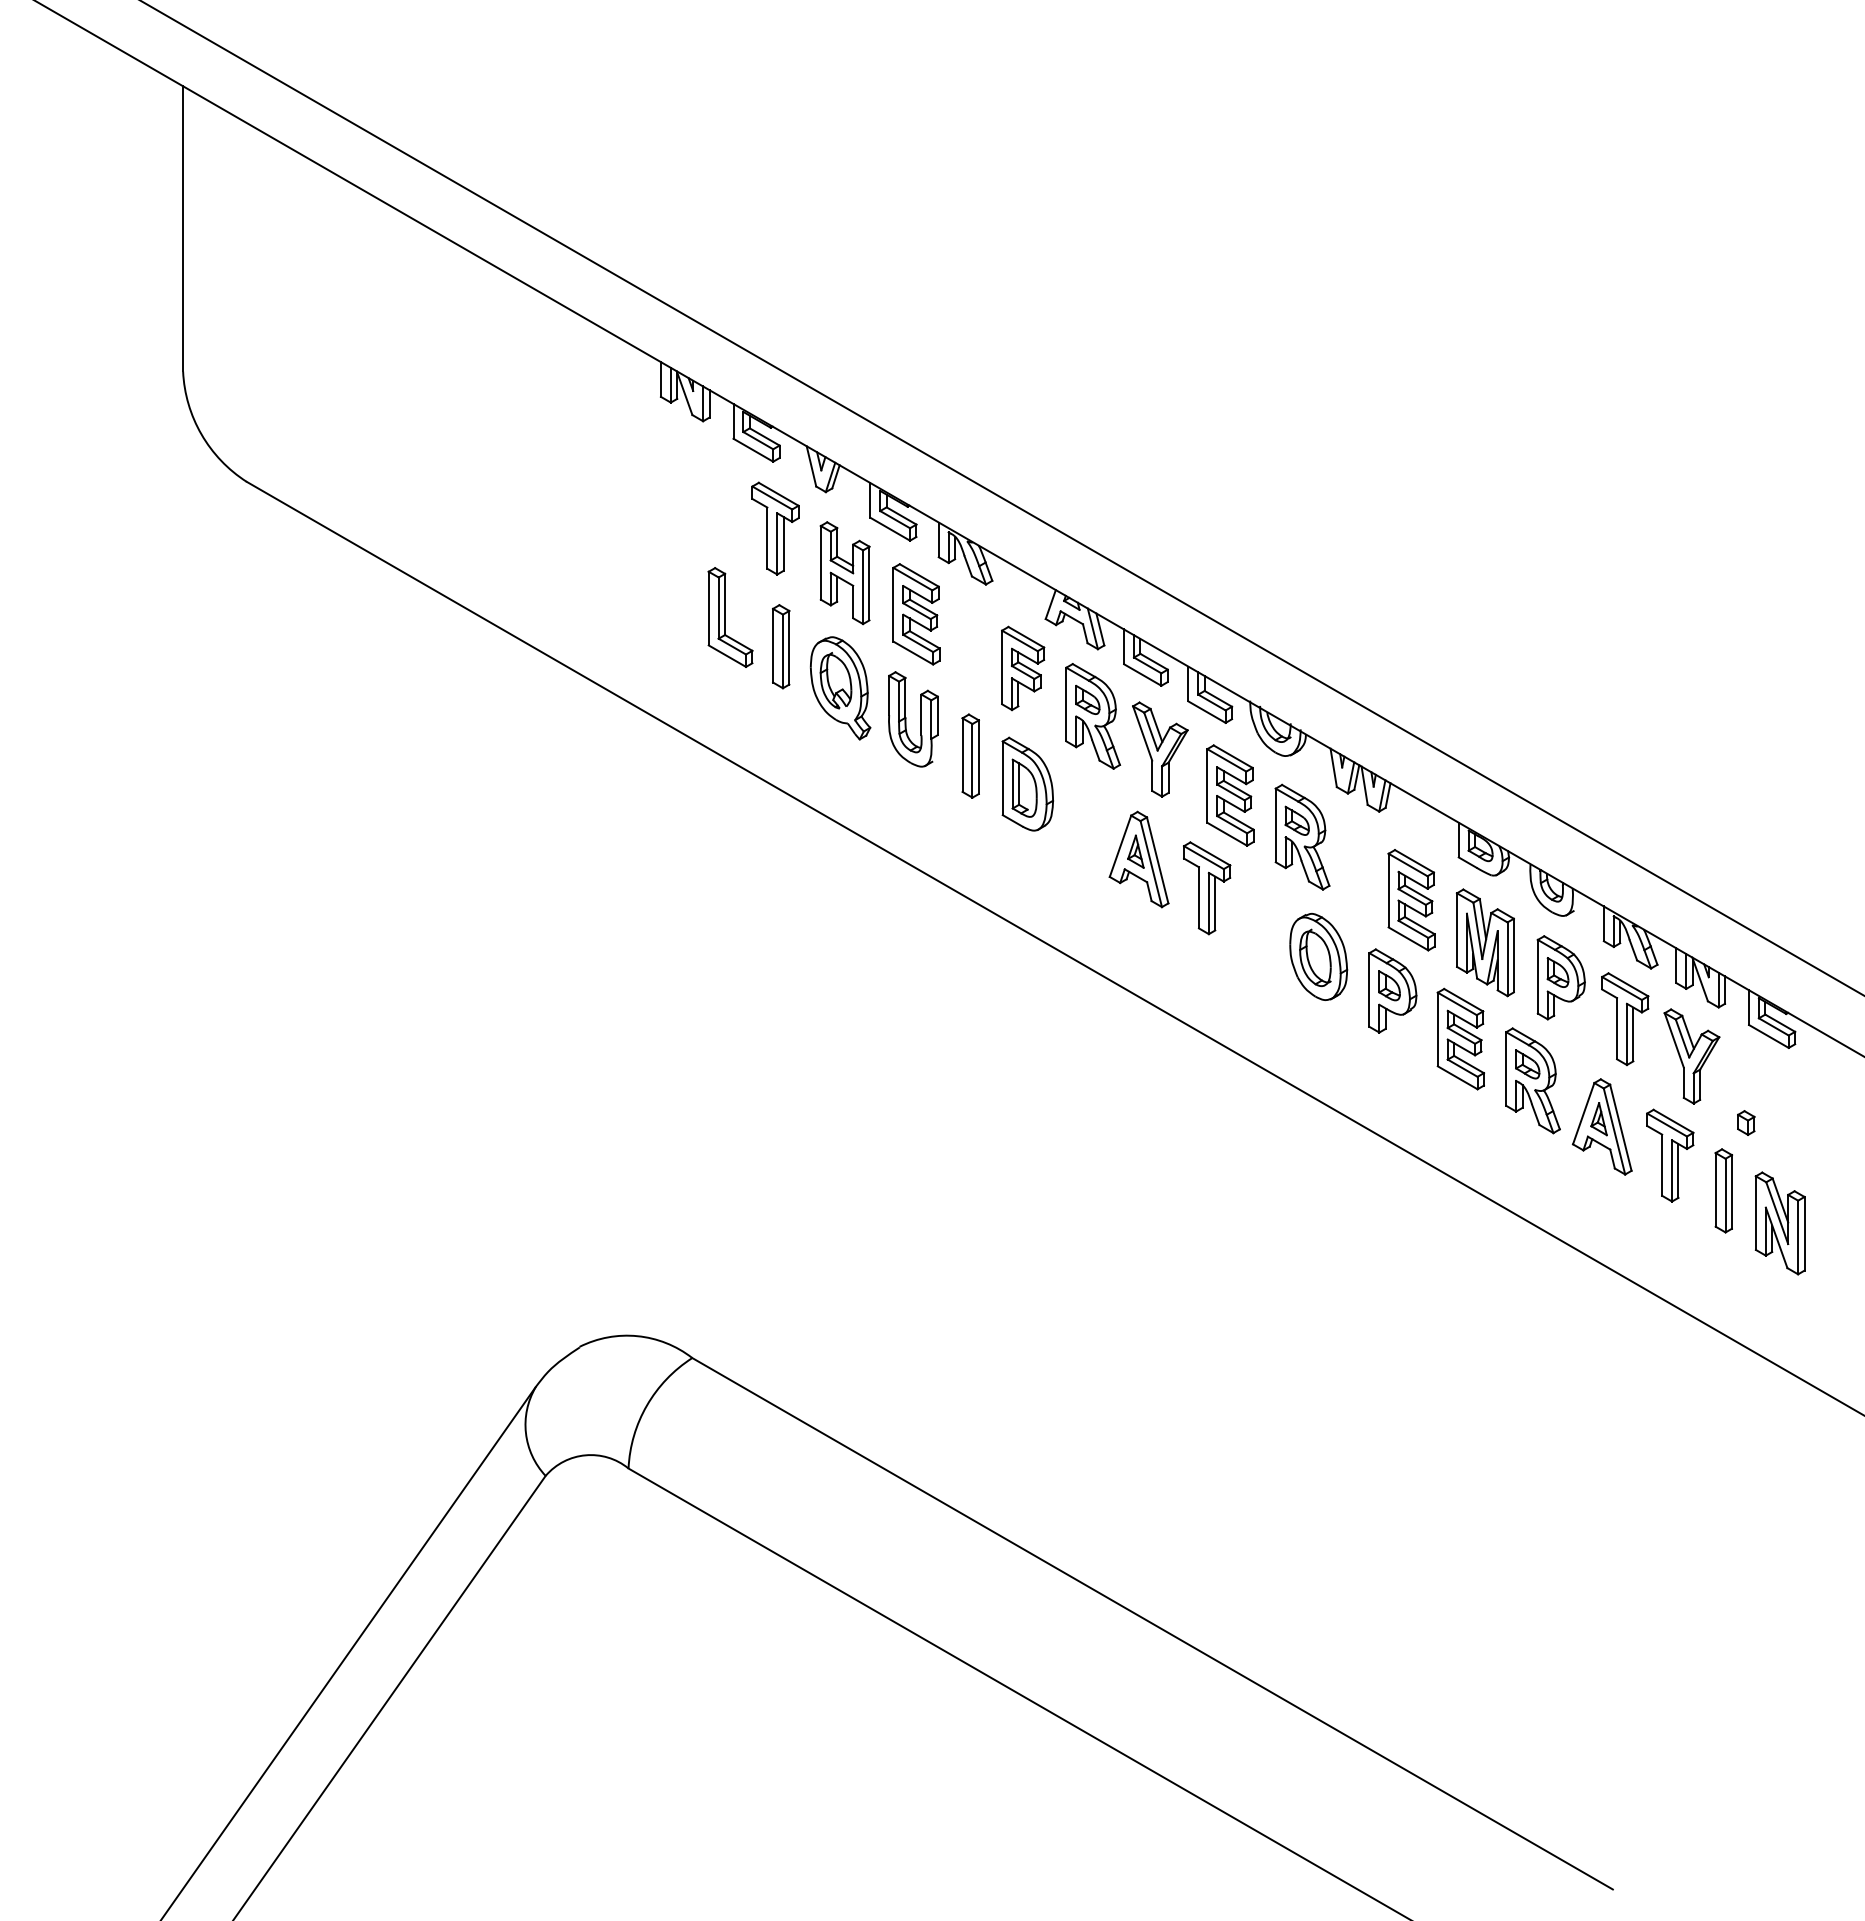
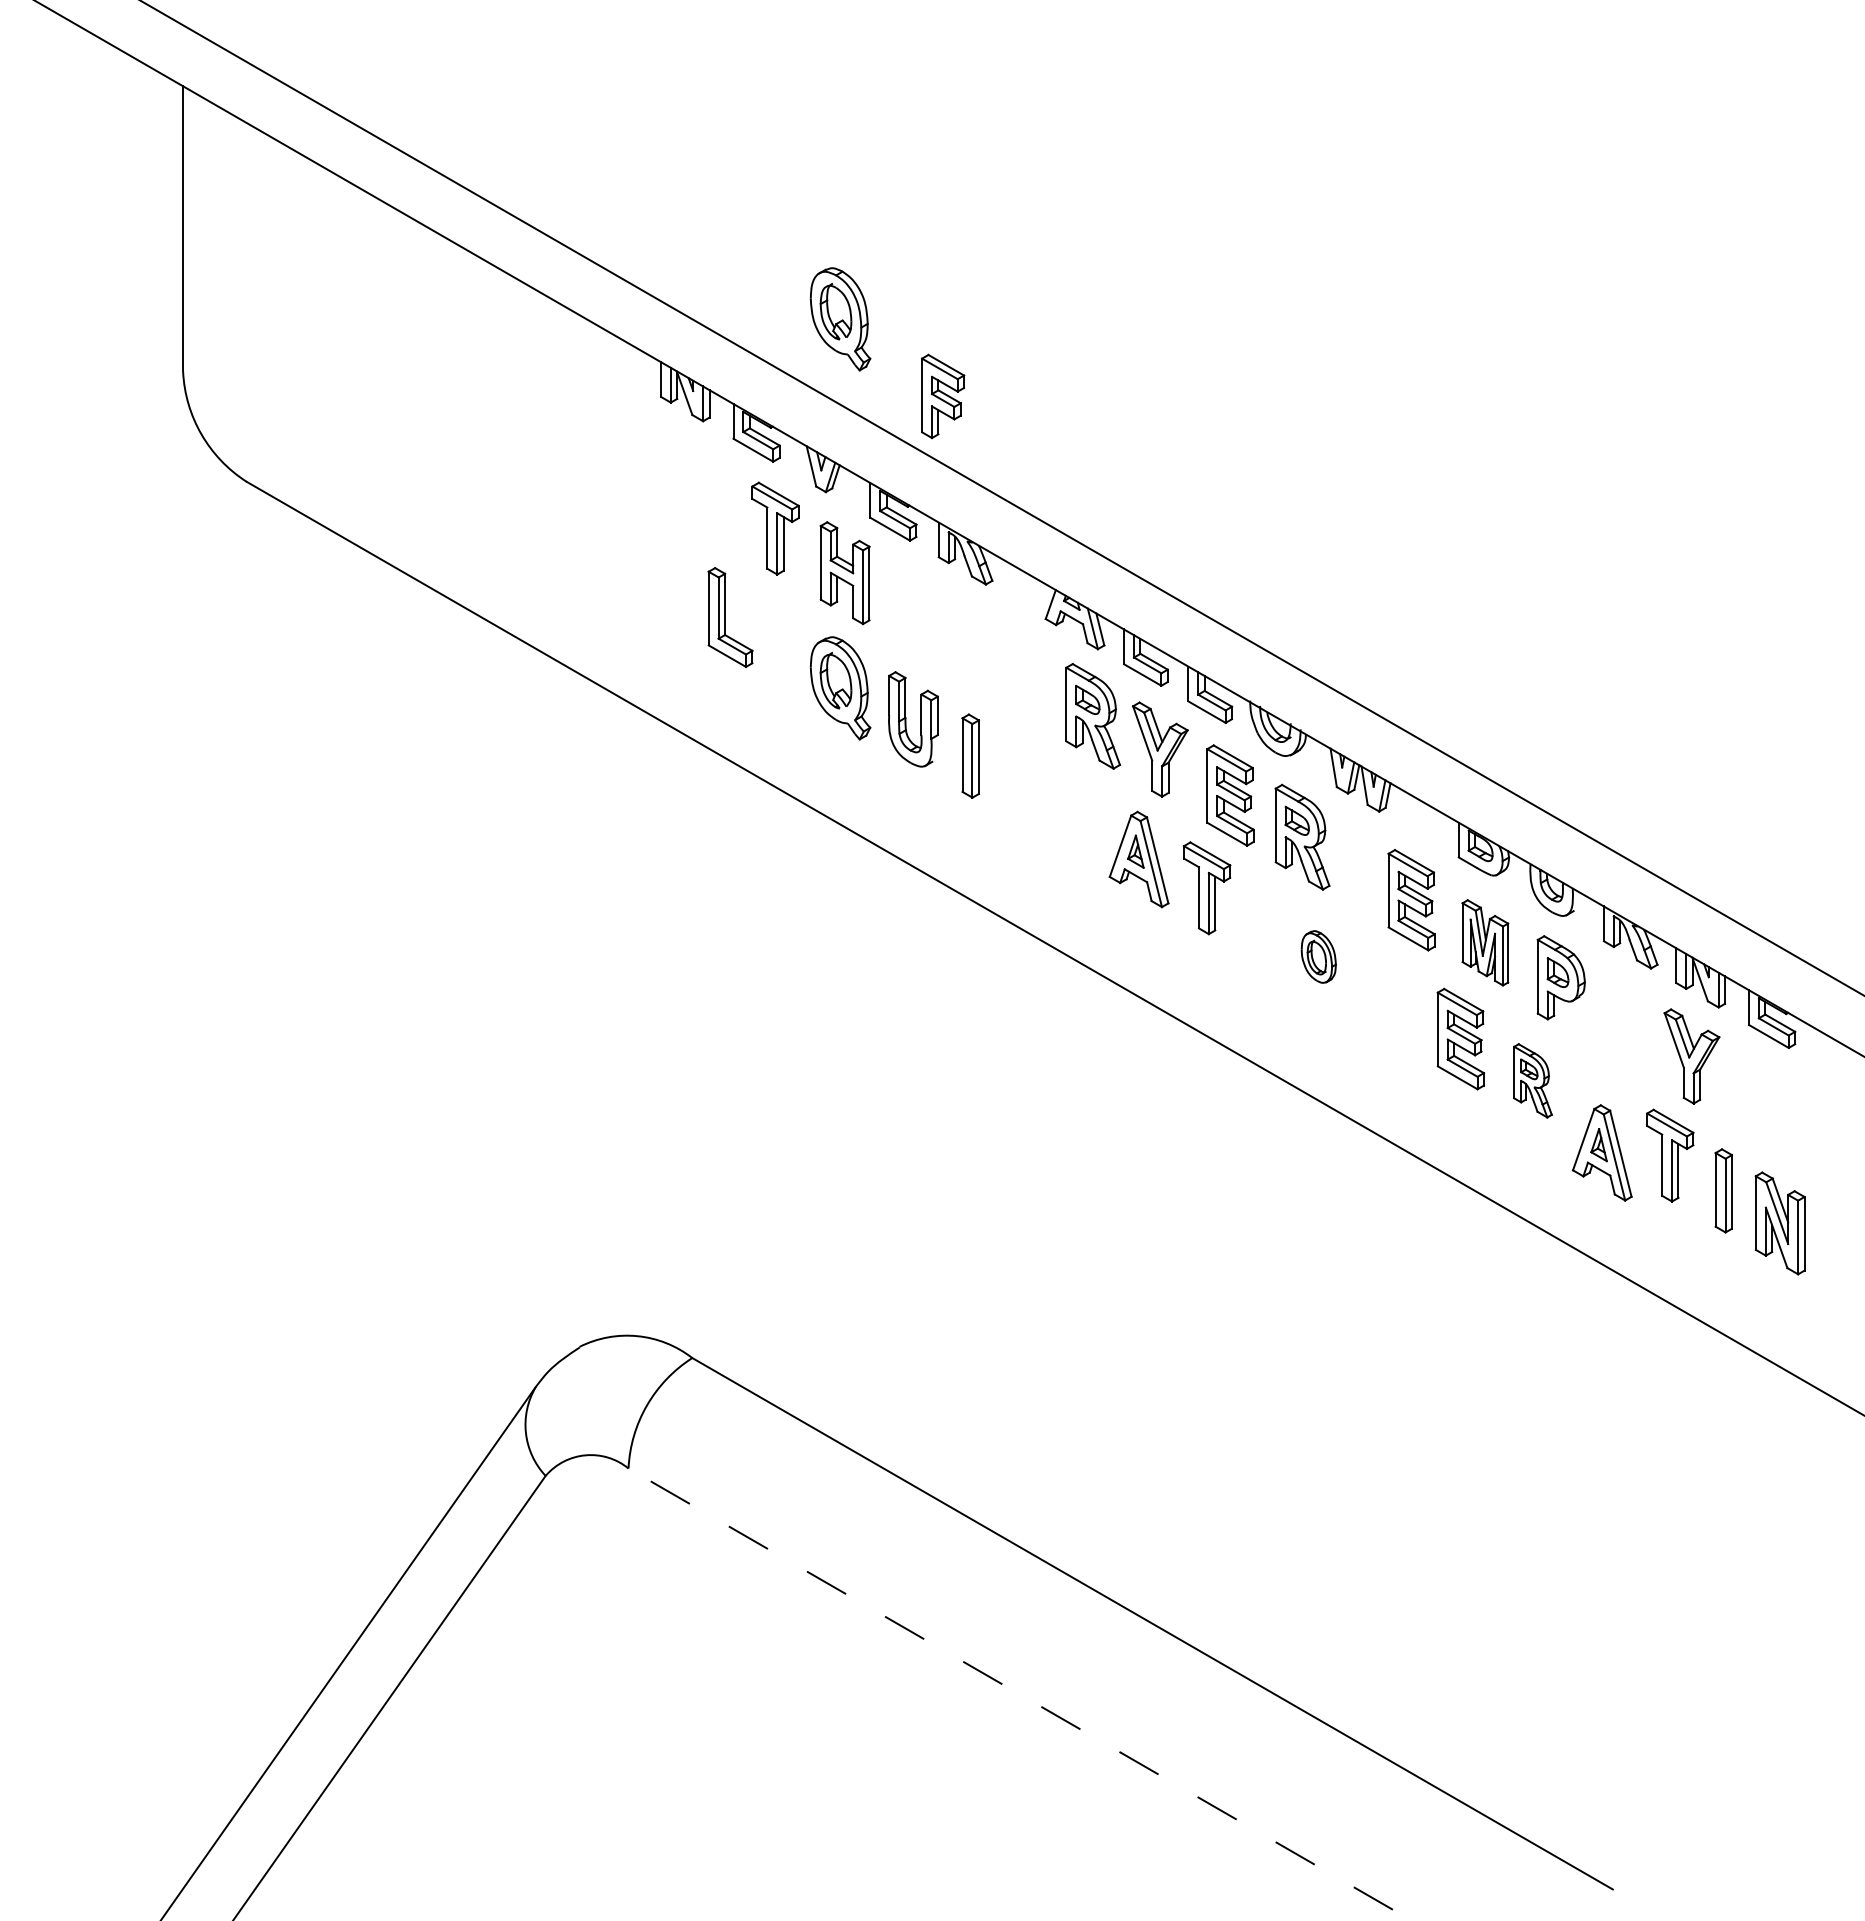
part at (840, 319): none -> present
part at (916, 614): present -> none
part at (781, 646): present -> none
part at (1023, 668) position: (1023, 668) -> (943, 396)
part at (1027, 783): present -> none
part at (1484, 942) size: 60x110 px -> 49x88 px
part at (1318, 956) size: 60x88 px -> 37x54 px
part at (1392, 990): present -> none
part at (1625, 1019): present -> none
part at (1532, 1080) size: 56x108 px -> 40x76 px
part at (1746, 1122): present -> none
part at (1601, 1126) position: (1601, 1126) -> (1601, 1152)
line at (1019, 1694): solid -> dashed
